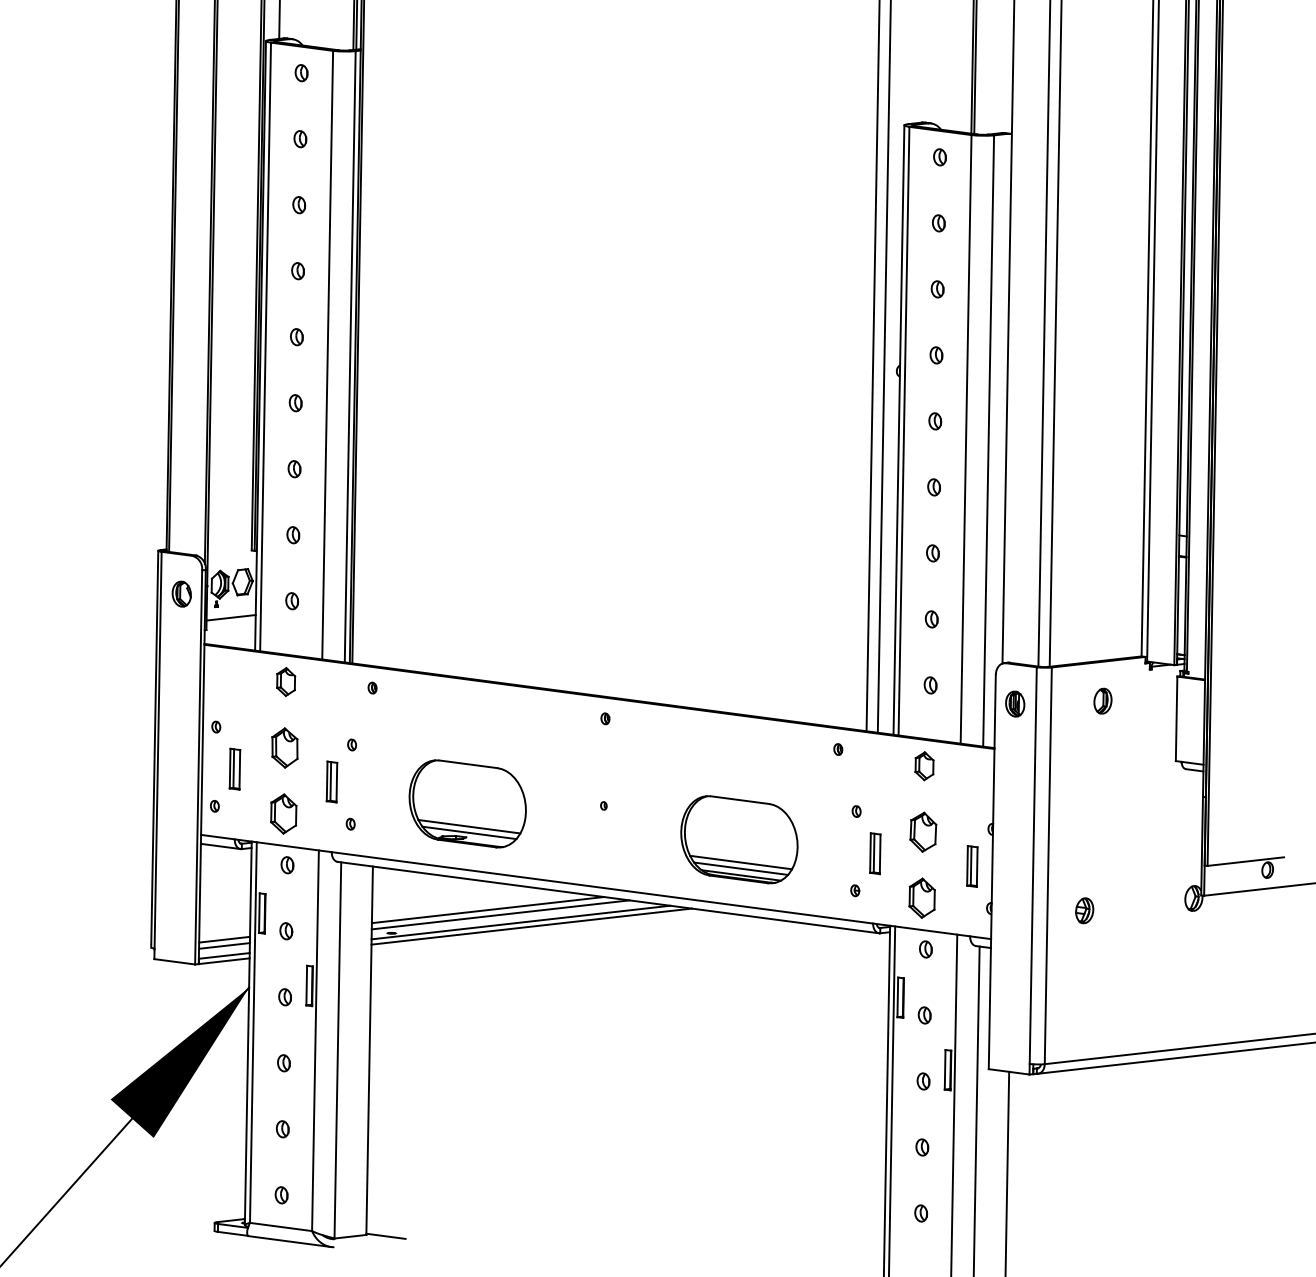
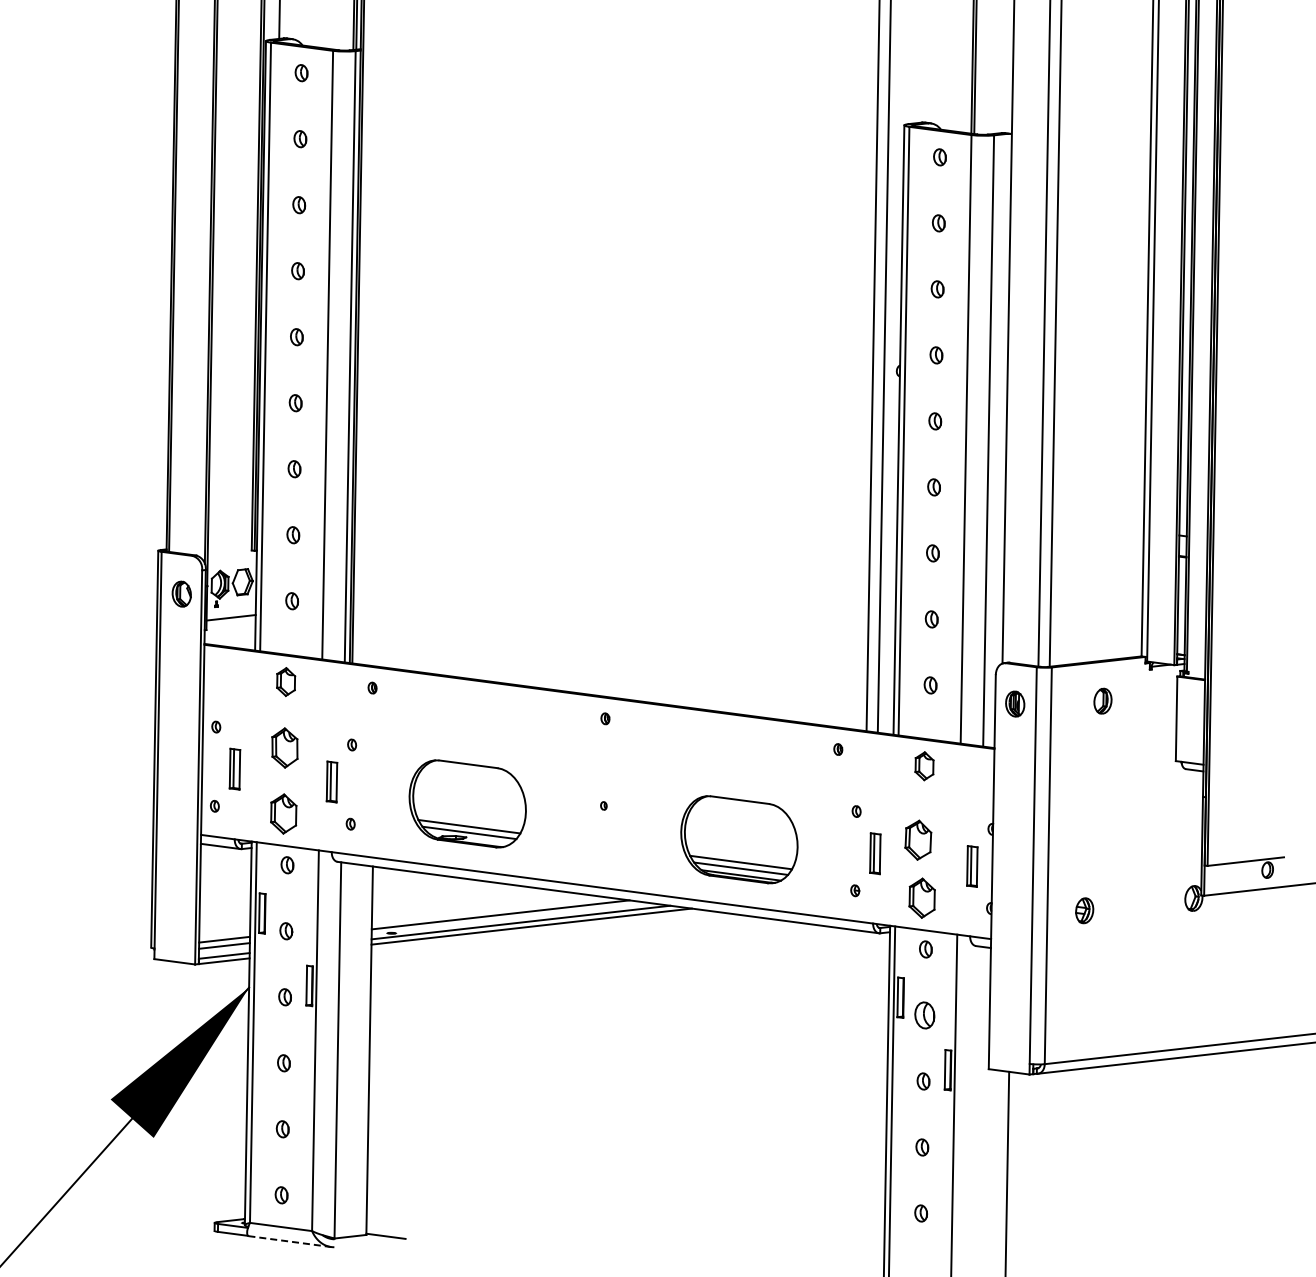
part at (923, 831) position: (923, 831) -> (918, 839)
line at (487, 910): present -> none
part at (924, 1015) size: 15x19 px -> 22x29 px
line at (976, 1109): present -> none
line at (289, 1241): solid -> dashed
